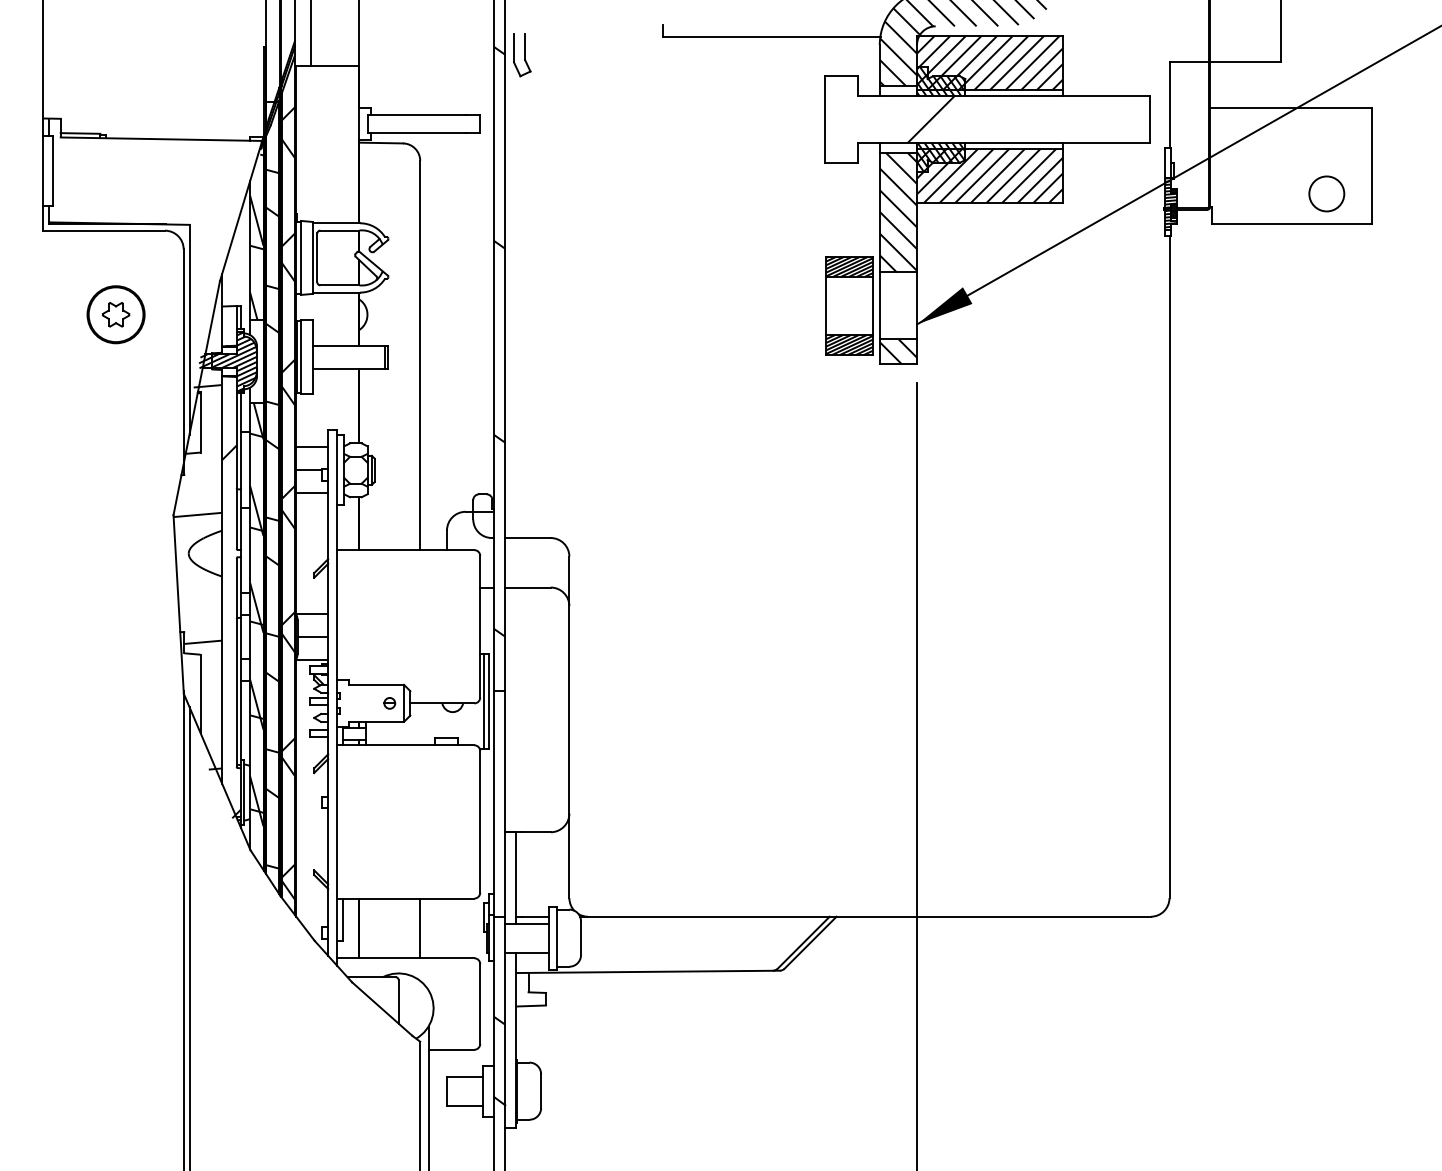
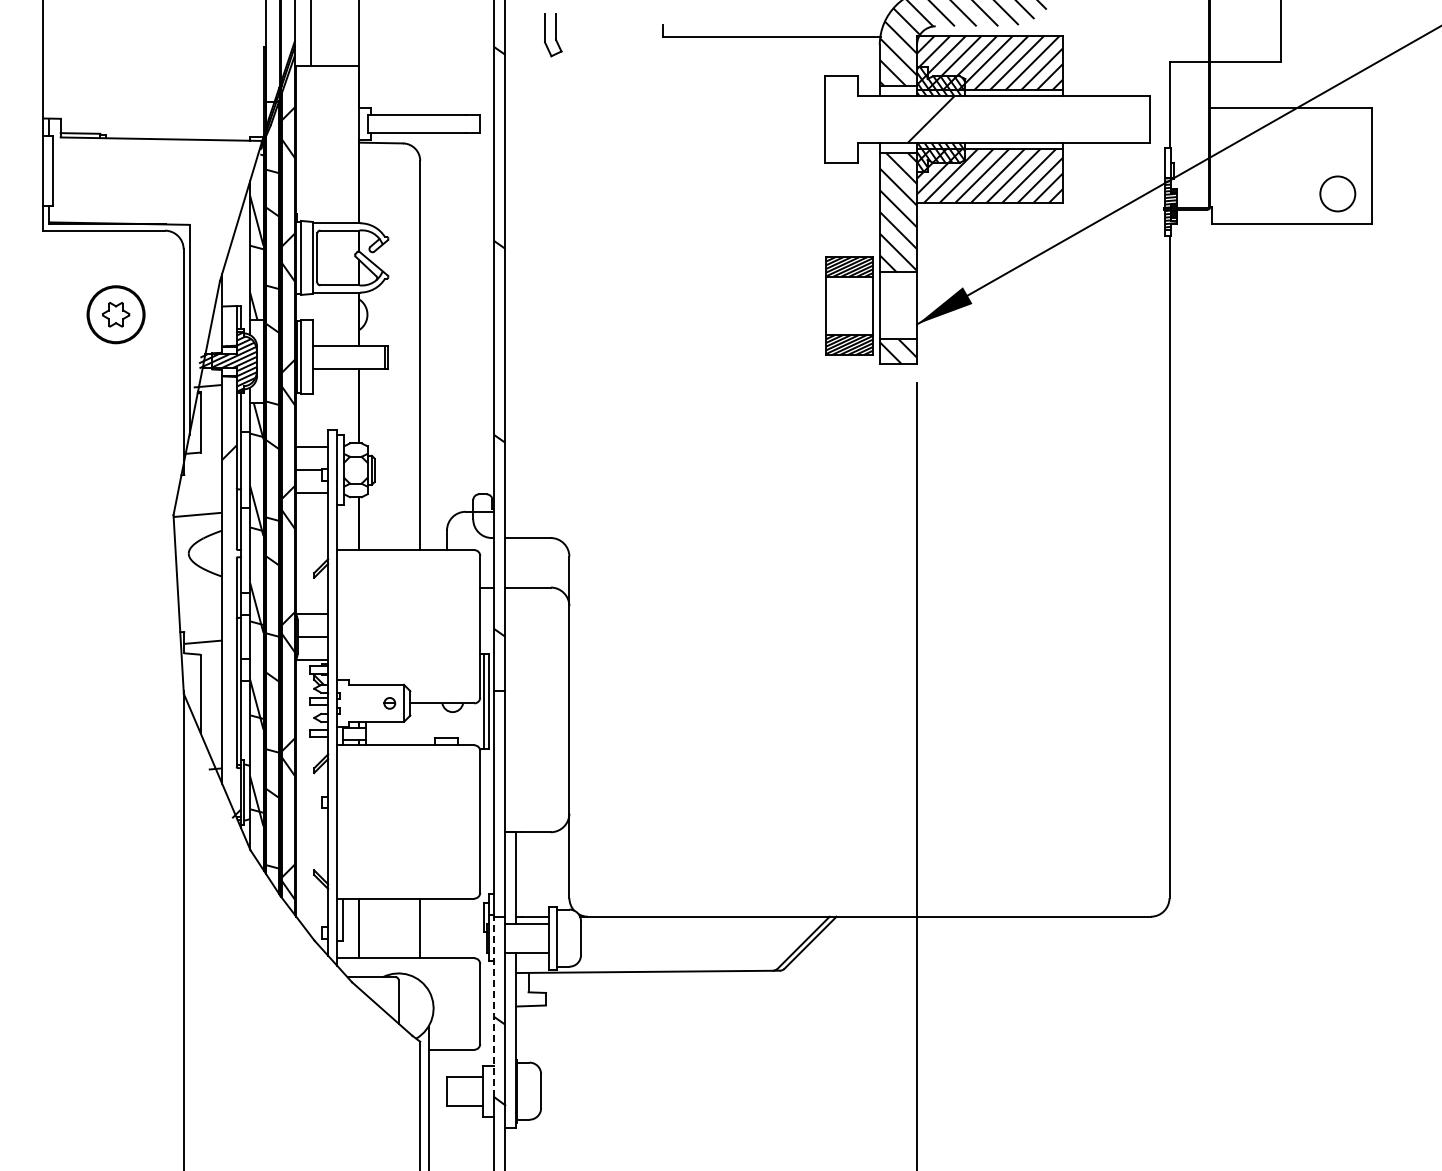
part at (522, 55) position: (522, 55) -> (553, 35)
circle at (1326, 193) position: (1326, 193) -> (1337, 193)
line at (189, 937): present -> none
line at (494, 1006): solid -> dashed
